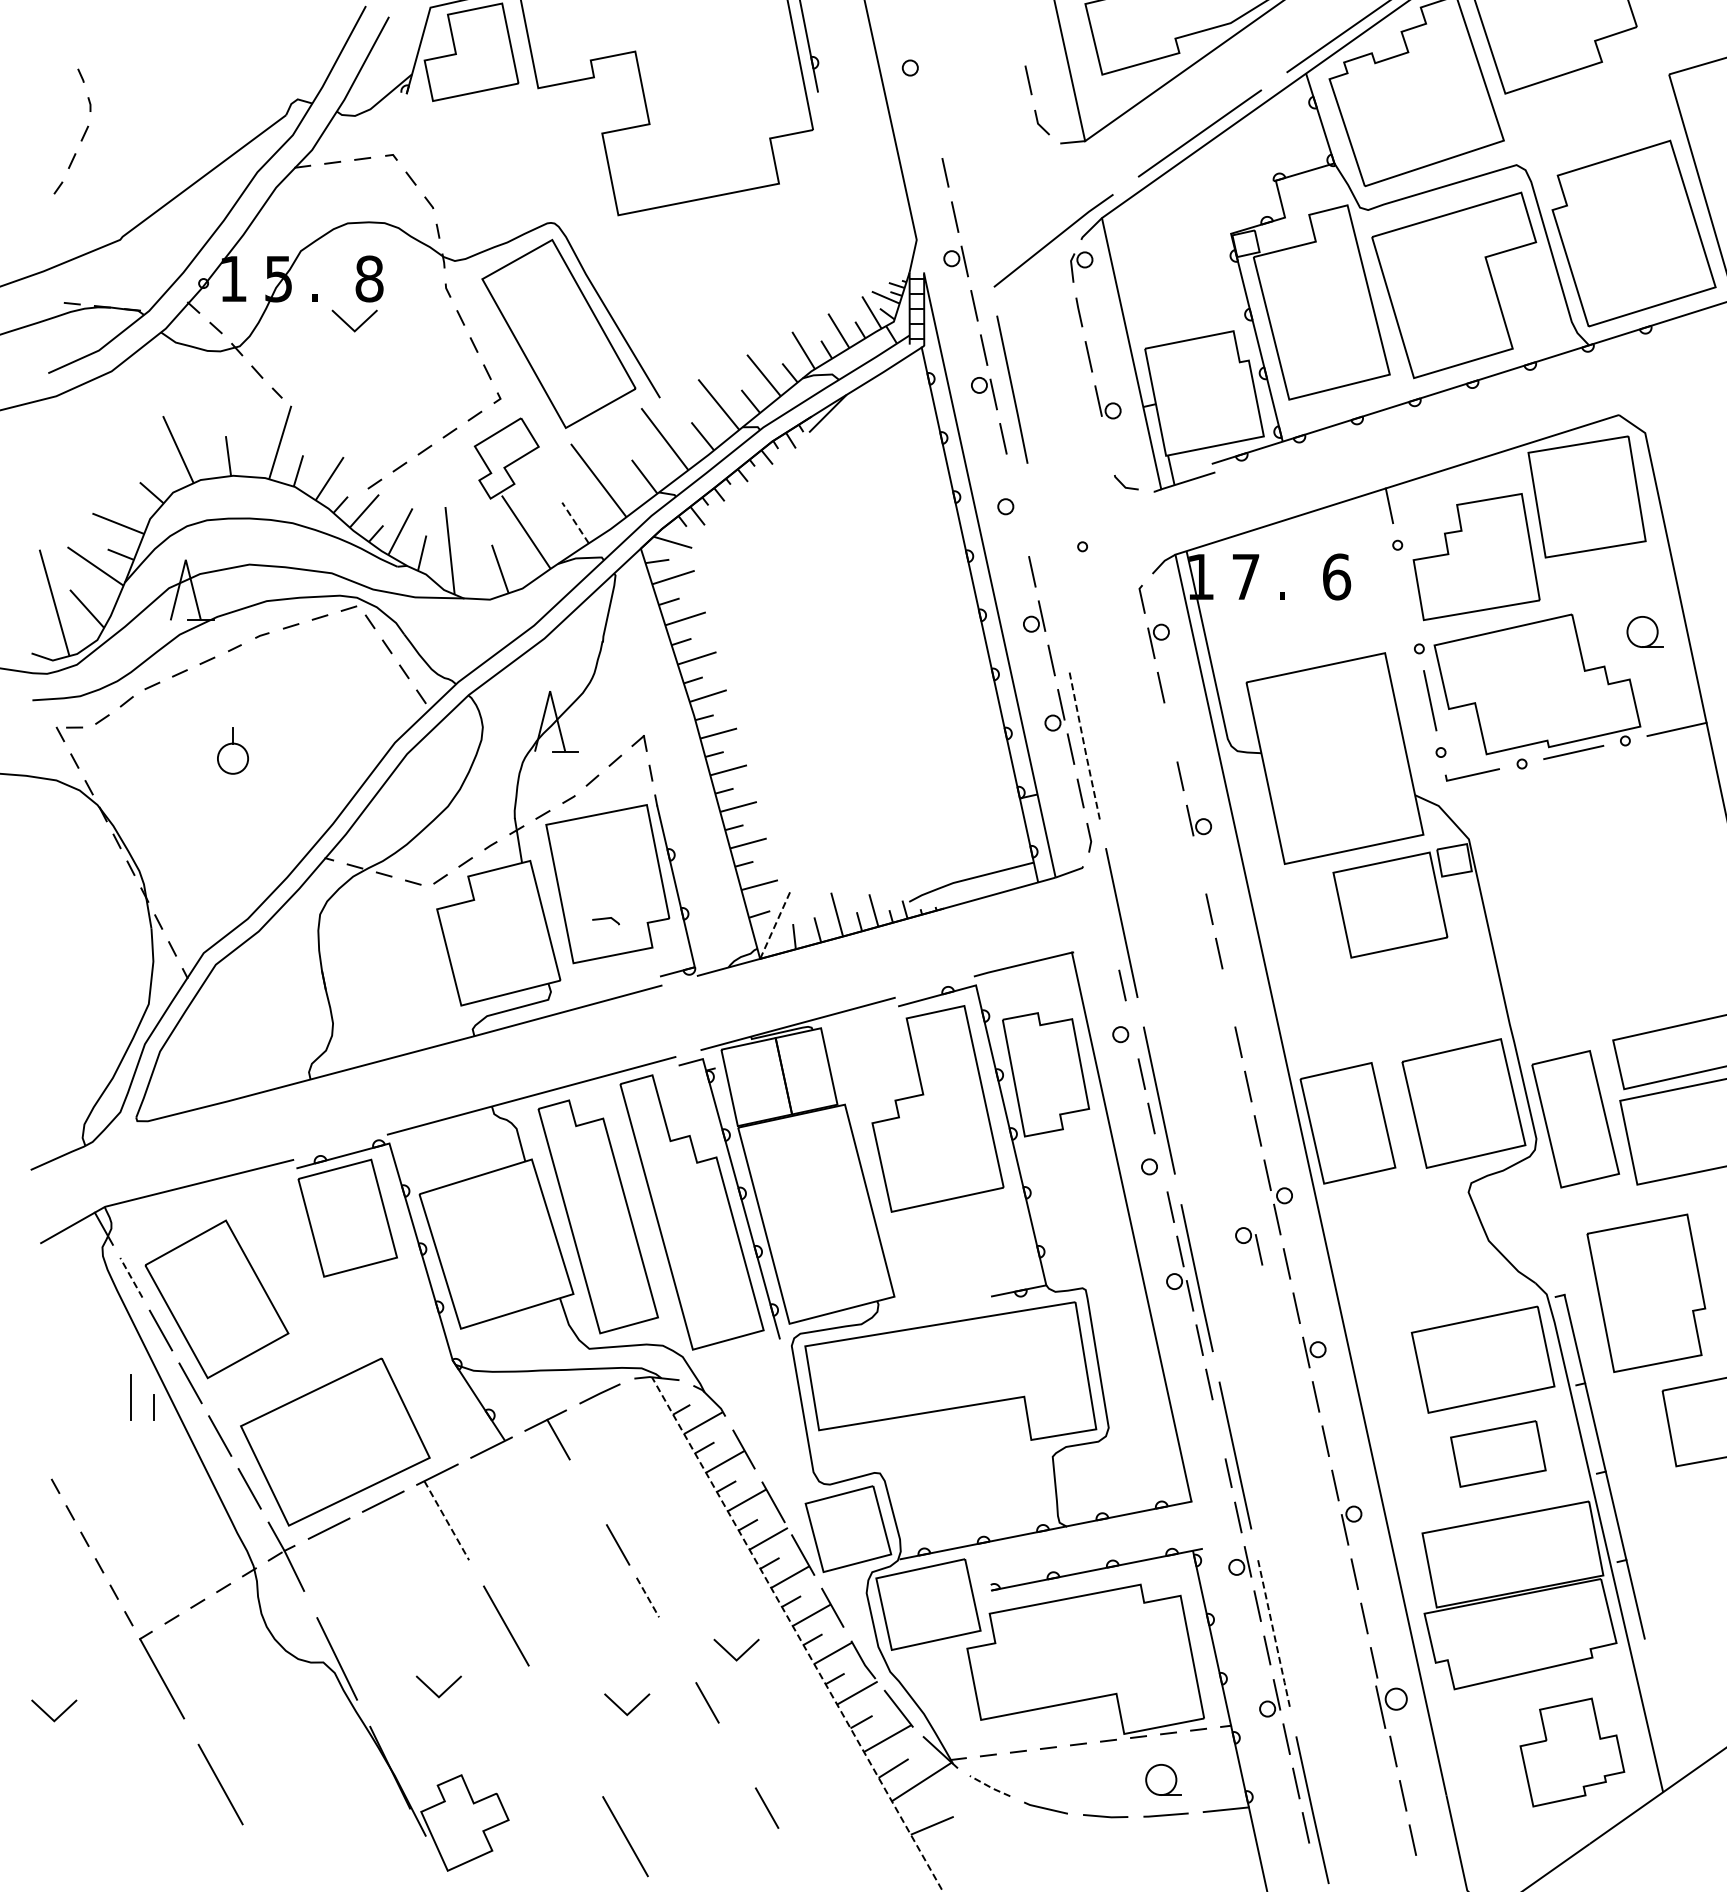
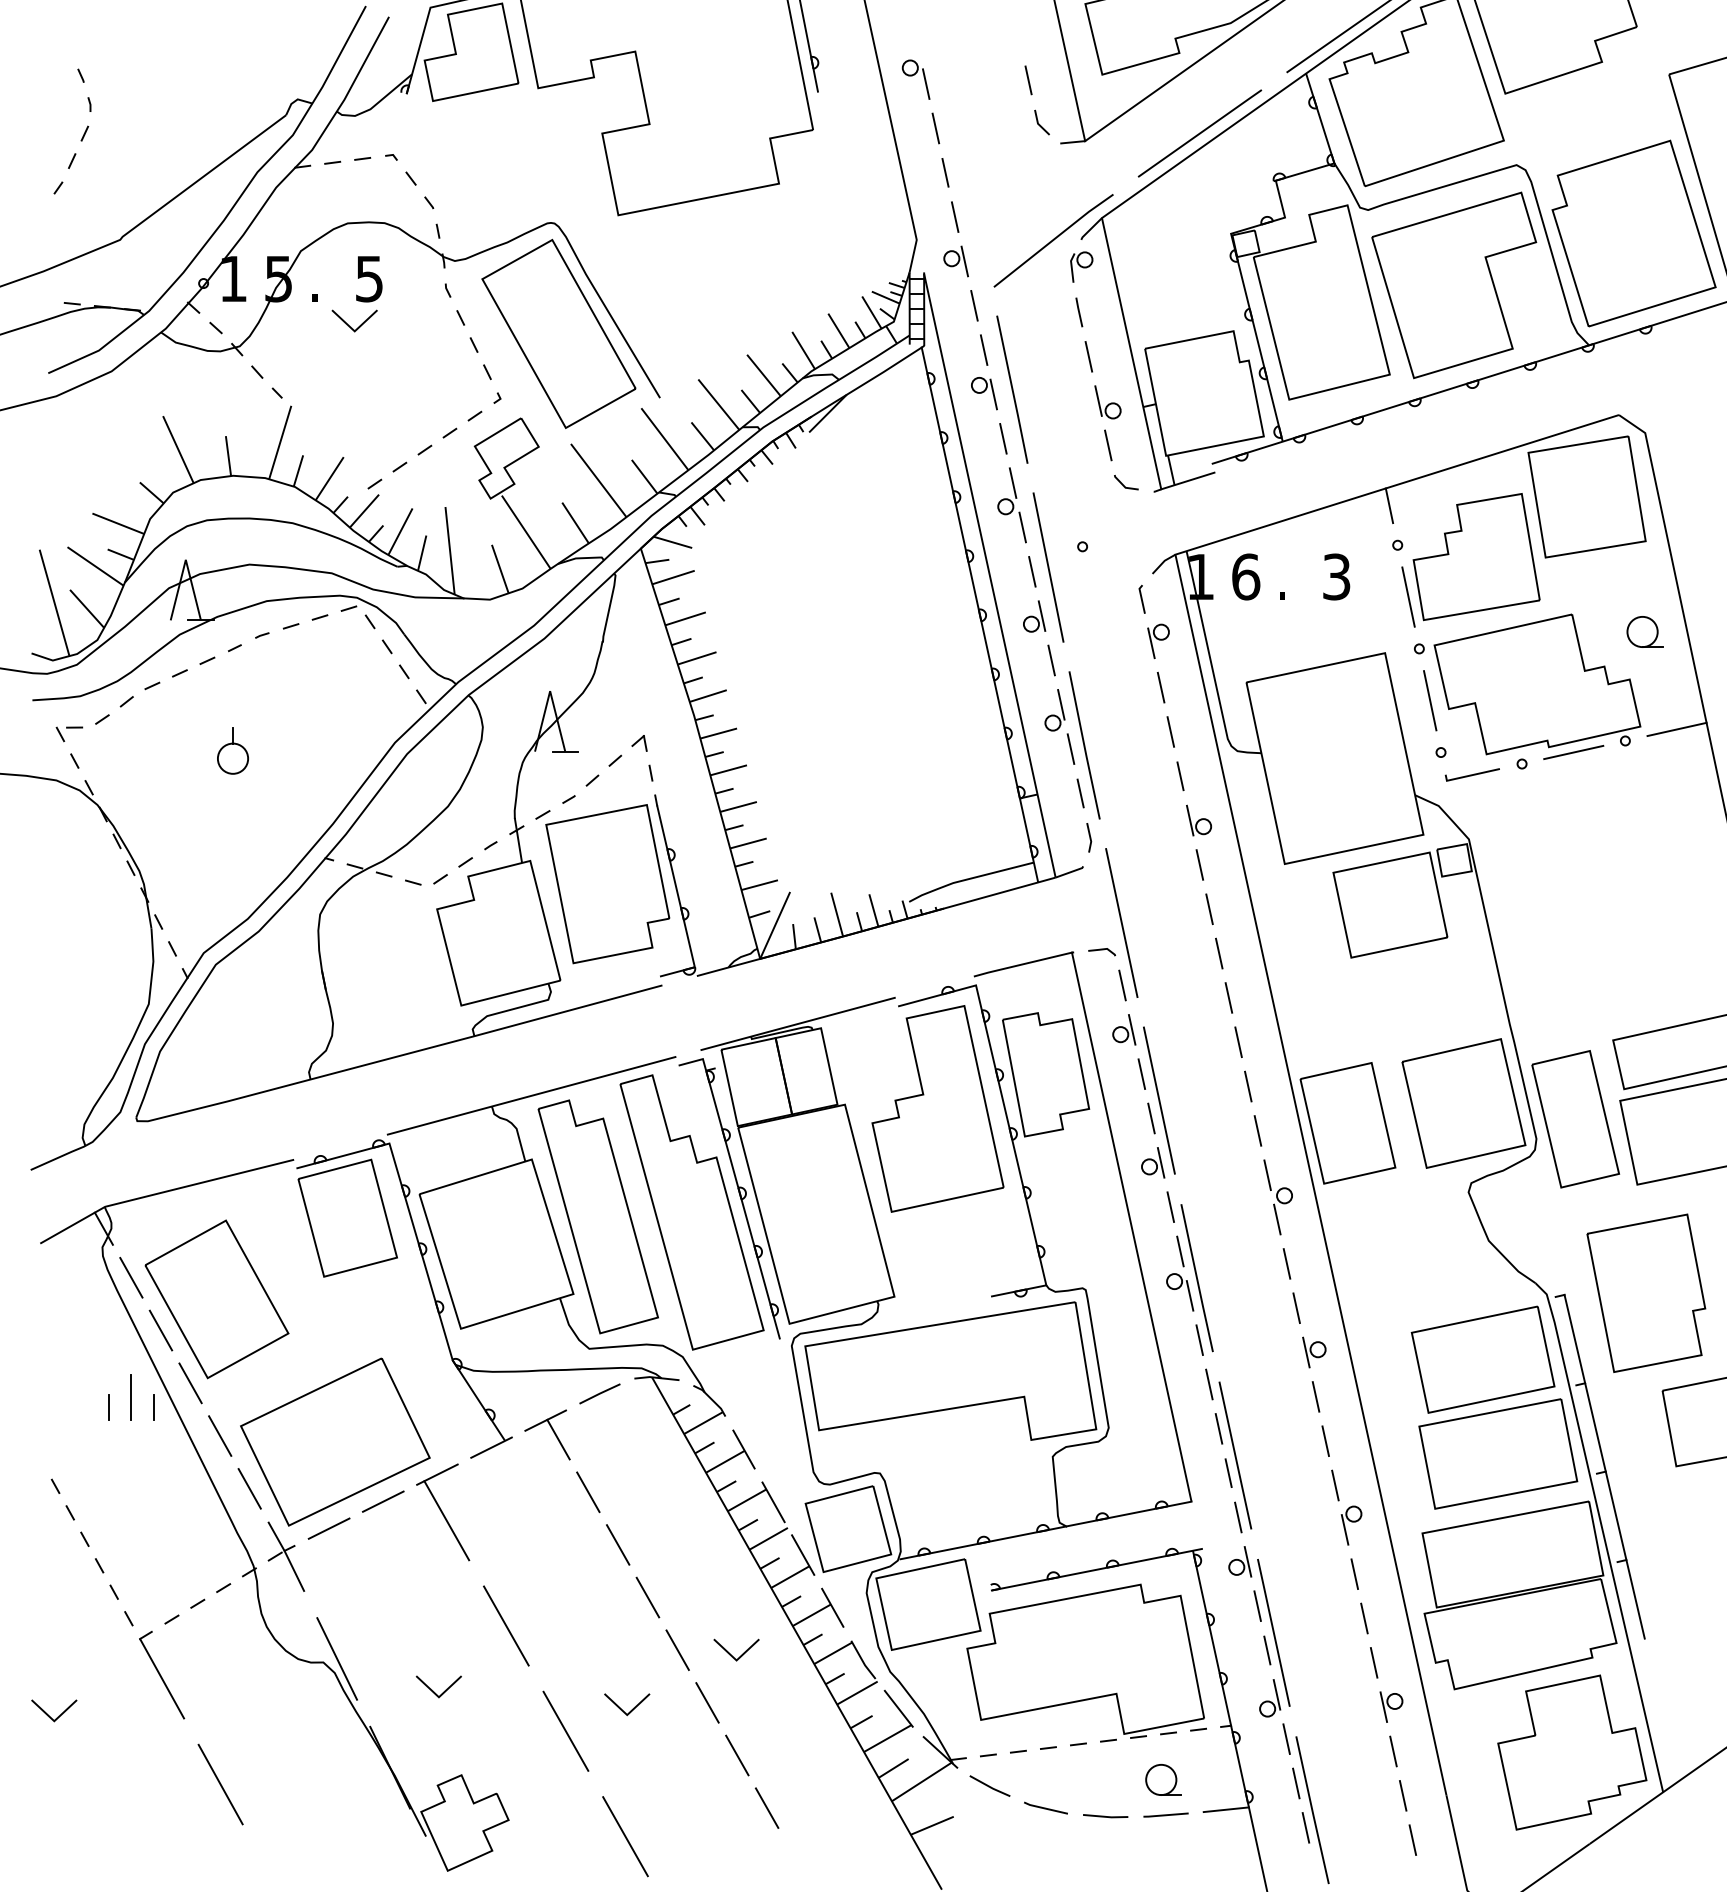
line at (926, 83): none -> present
line at (935, 128): none -> present
text at (369, 278): 8 -> 5
line at (1108, 445): none -> present
line at (1012, 482): none -> present
line at (575, 522): dashed -> solid
line at (1022, 527): none -> present
line at (1048, 567): none -> present
text at (1246, 576): 7 -> 6
text at (1337, 576): 6 -> 3
line at (1408, 596): none -> present
line at (1170, 731): none -> present
line at (1084, 745): dashed -> solid
line at (1199, 864): none -> present
line at (605, 919) position: (605, 919) -> (1101, 950)
line at (775, 925): dashed -> solid
line at (1228, 997): none -> present
line at (1131, 1029): none -> present
line at (1160, 1162): none -> present
part at (1249, 1246): present -> none
line at (131, 1277): dashed -> solid
line at (108, 1407): none -> present
line at (1218, 1428): none -> present
part at (1498, 1453) size: 97x68 px -> 161x112 px
line at (588, 1492): none -> present
line at (447, 1521): dashed -> solid
line at (647, 1597): dashed -> solid
line at (1273, 1632): dashed -> solid
line at (796, 1633): dashed -> solid
line at (677, 1649): none -> present
part at (1391, 1706) size: 33x44 px -> 25x32 px
line at (565, 1730): none -> present
part at (1572, 1752) size: 107x111 px -> 151x157 px
line at (737, 1755): none -> present
line at (989, 1786): dashed -> solid
